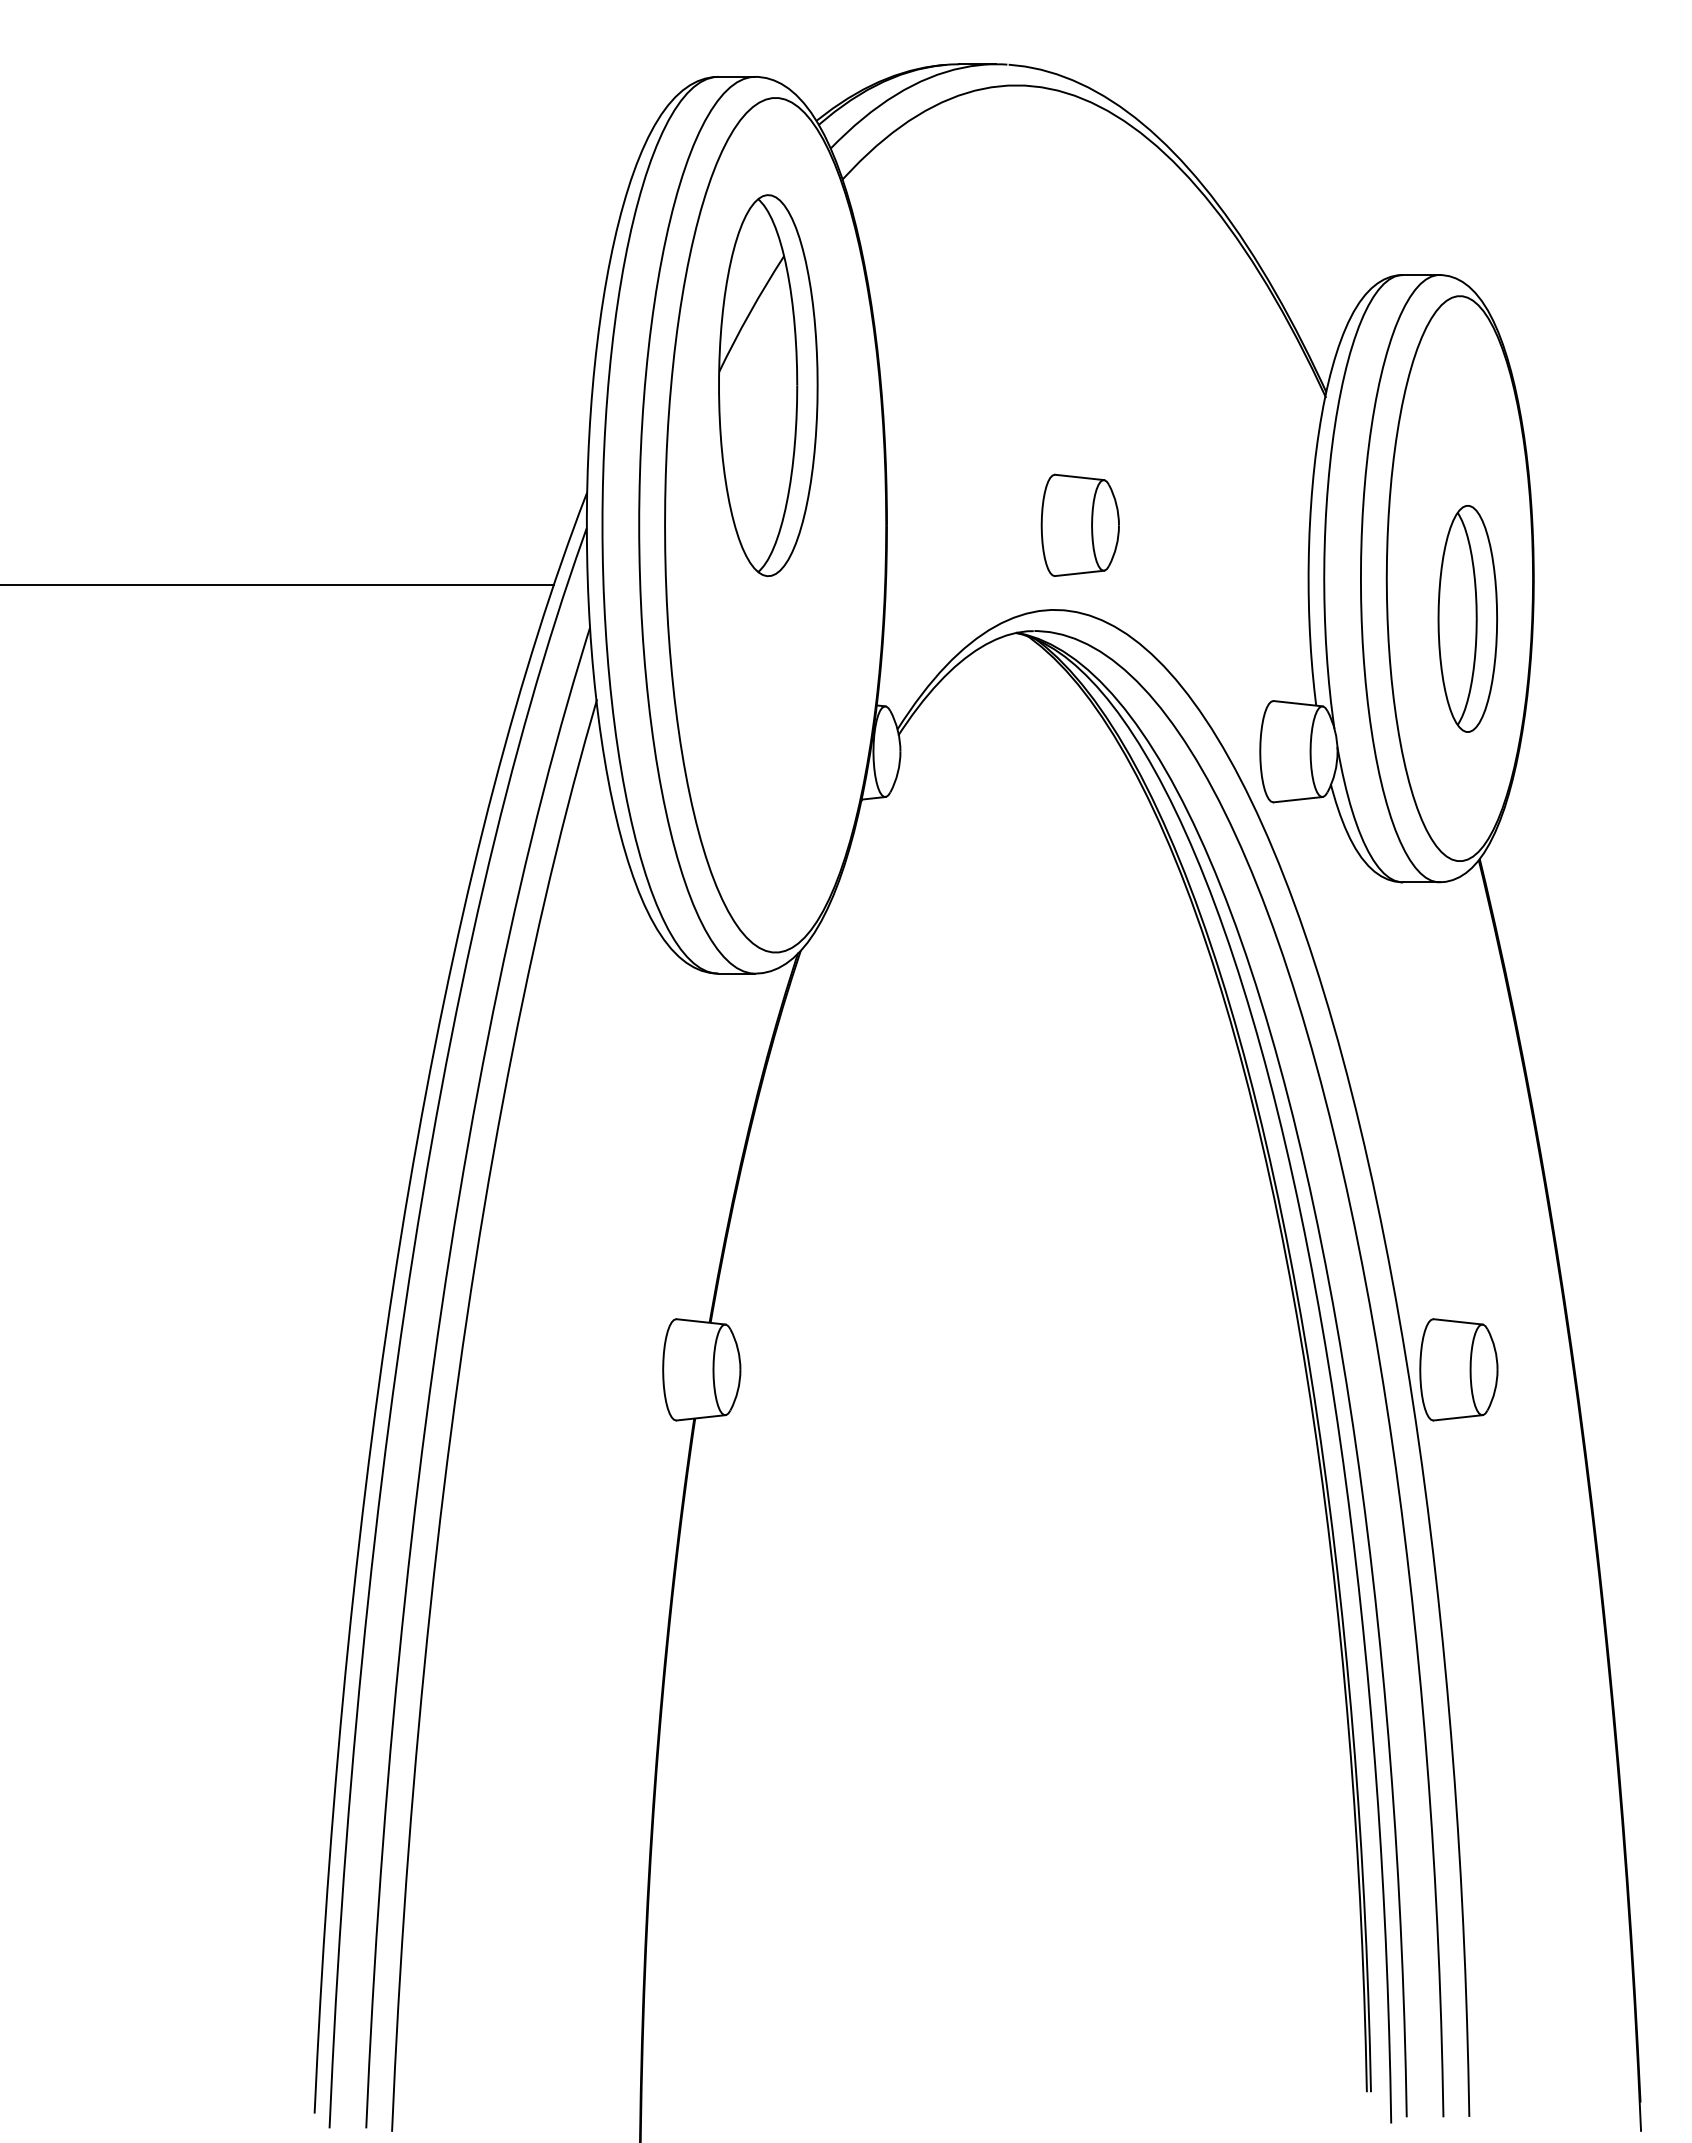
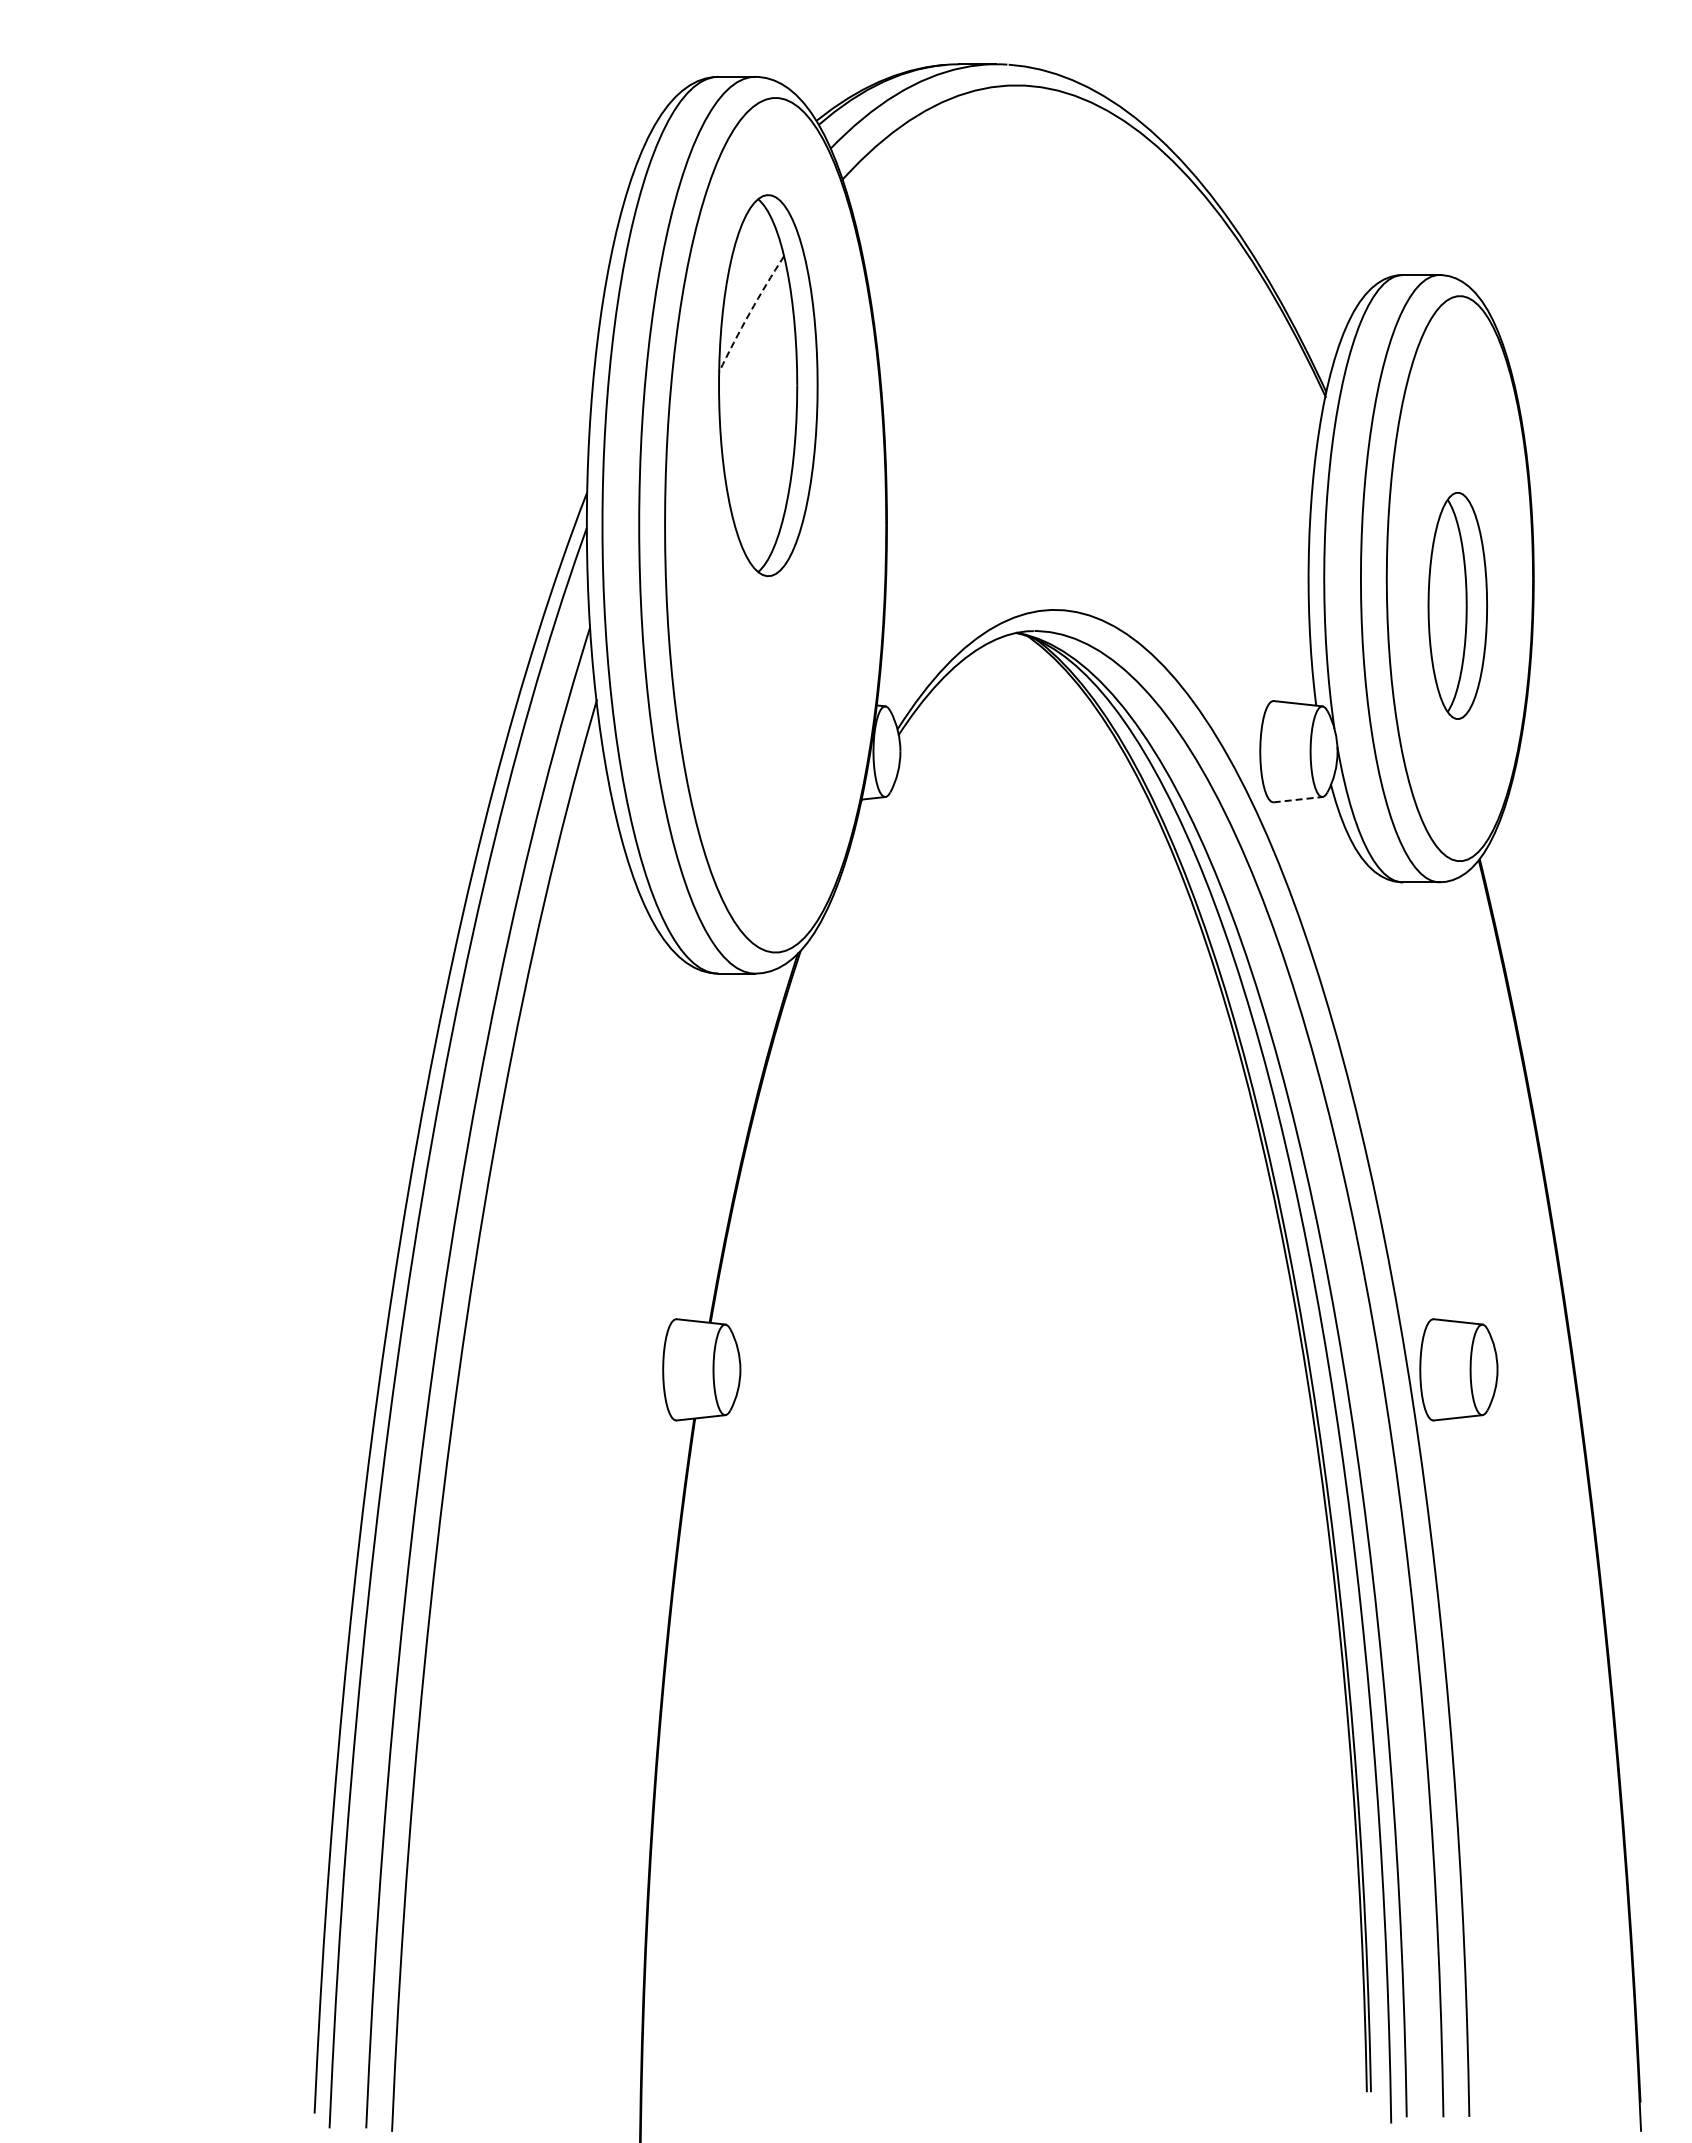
arc at (749, 313): solid -> dashed
part at (1079, 524): present -> none
line at (277, 584): present -> none
part at (1467, 618) position: (1467, 618) -> (1457, 605)
line at (1298, 799): solid -> dashed
